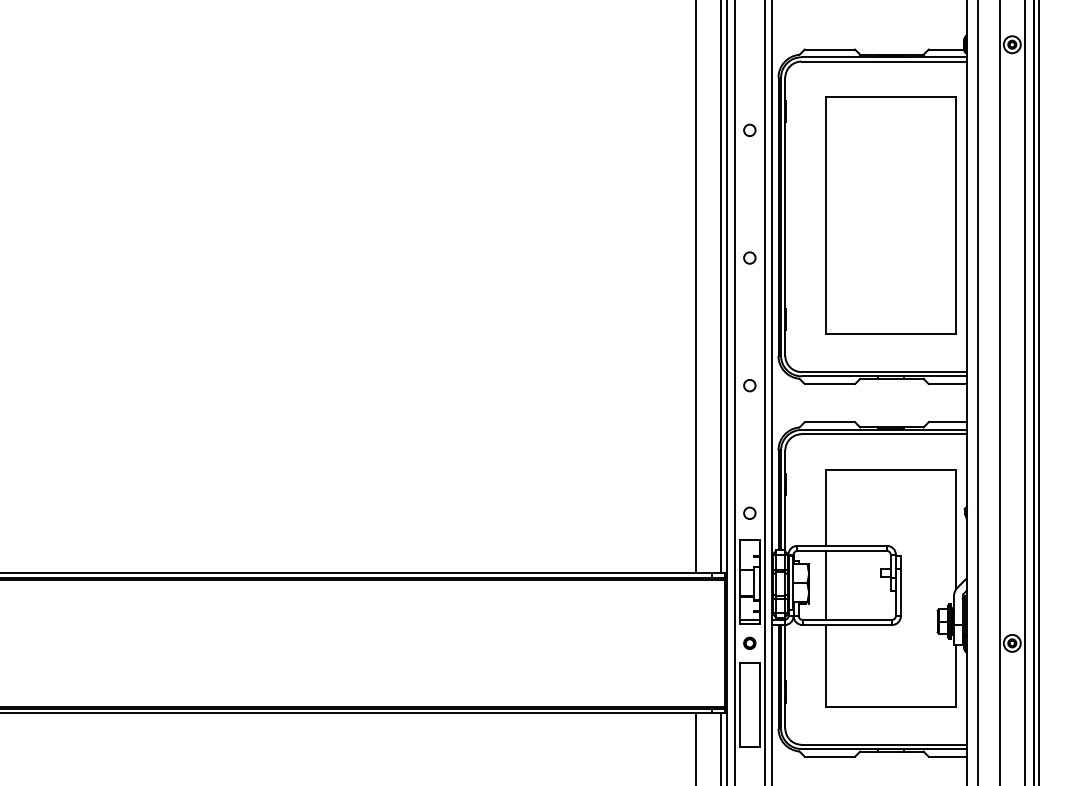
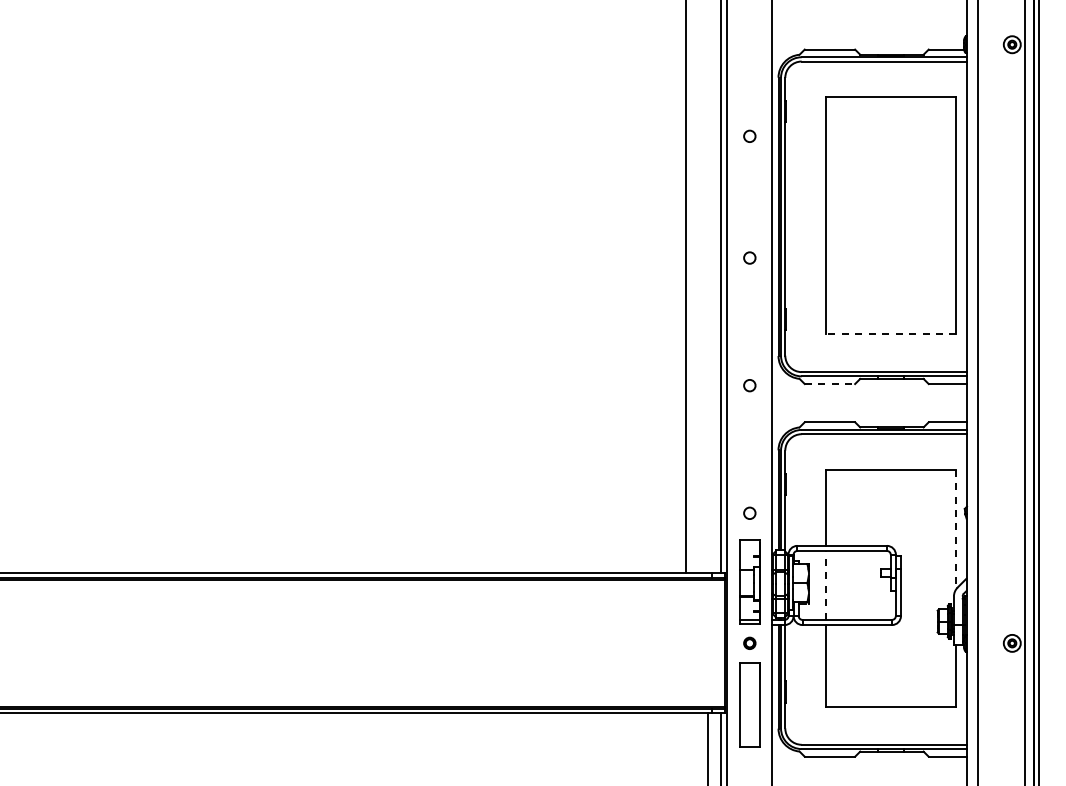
circle at (749, 129) position: (749, 129) -> (749, 135)
line at (695, 287) position: (695, 287) -> (685, 287)
line at (890, 334): solid -> dashed
line at (830, 384): solid -> dashed
line at (734, 392): present -> none
line at (765, 392): present -> none
line at (1000, 392): present -> none
line at (956, 529): solid -> dashed
line at (825, 584): solid -> dashed
line at (695, 747) position: (695, 747) -> (707, 747)
